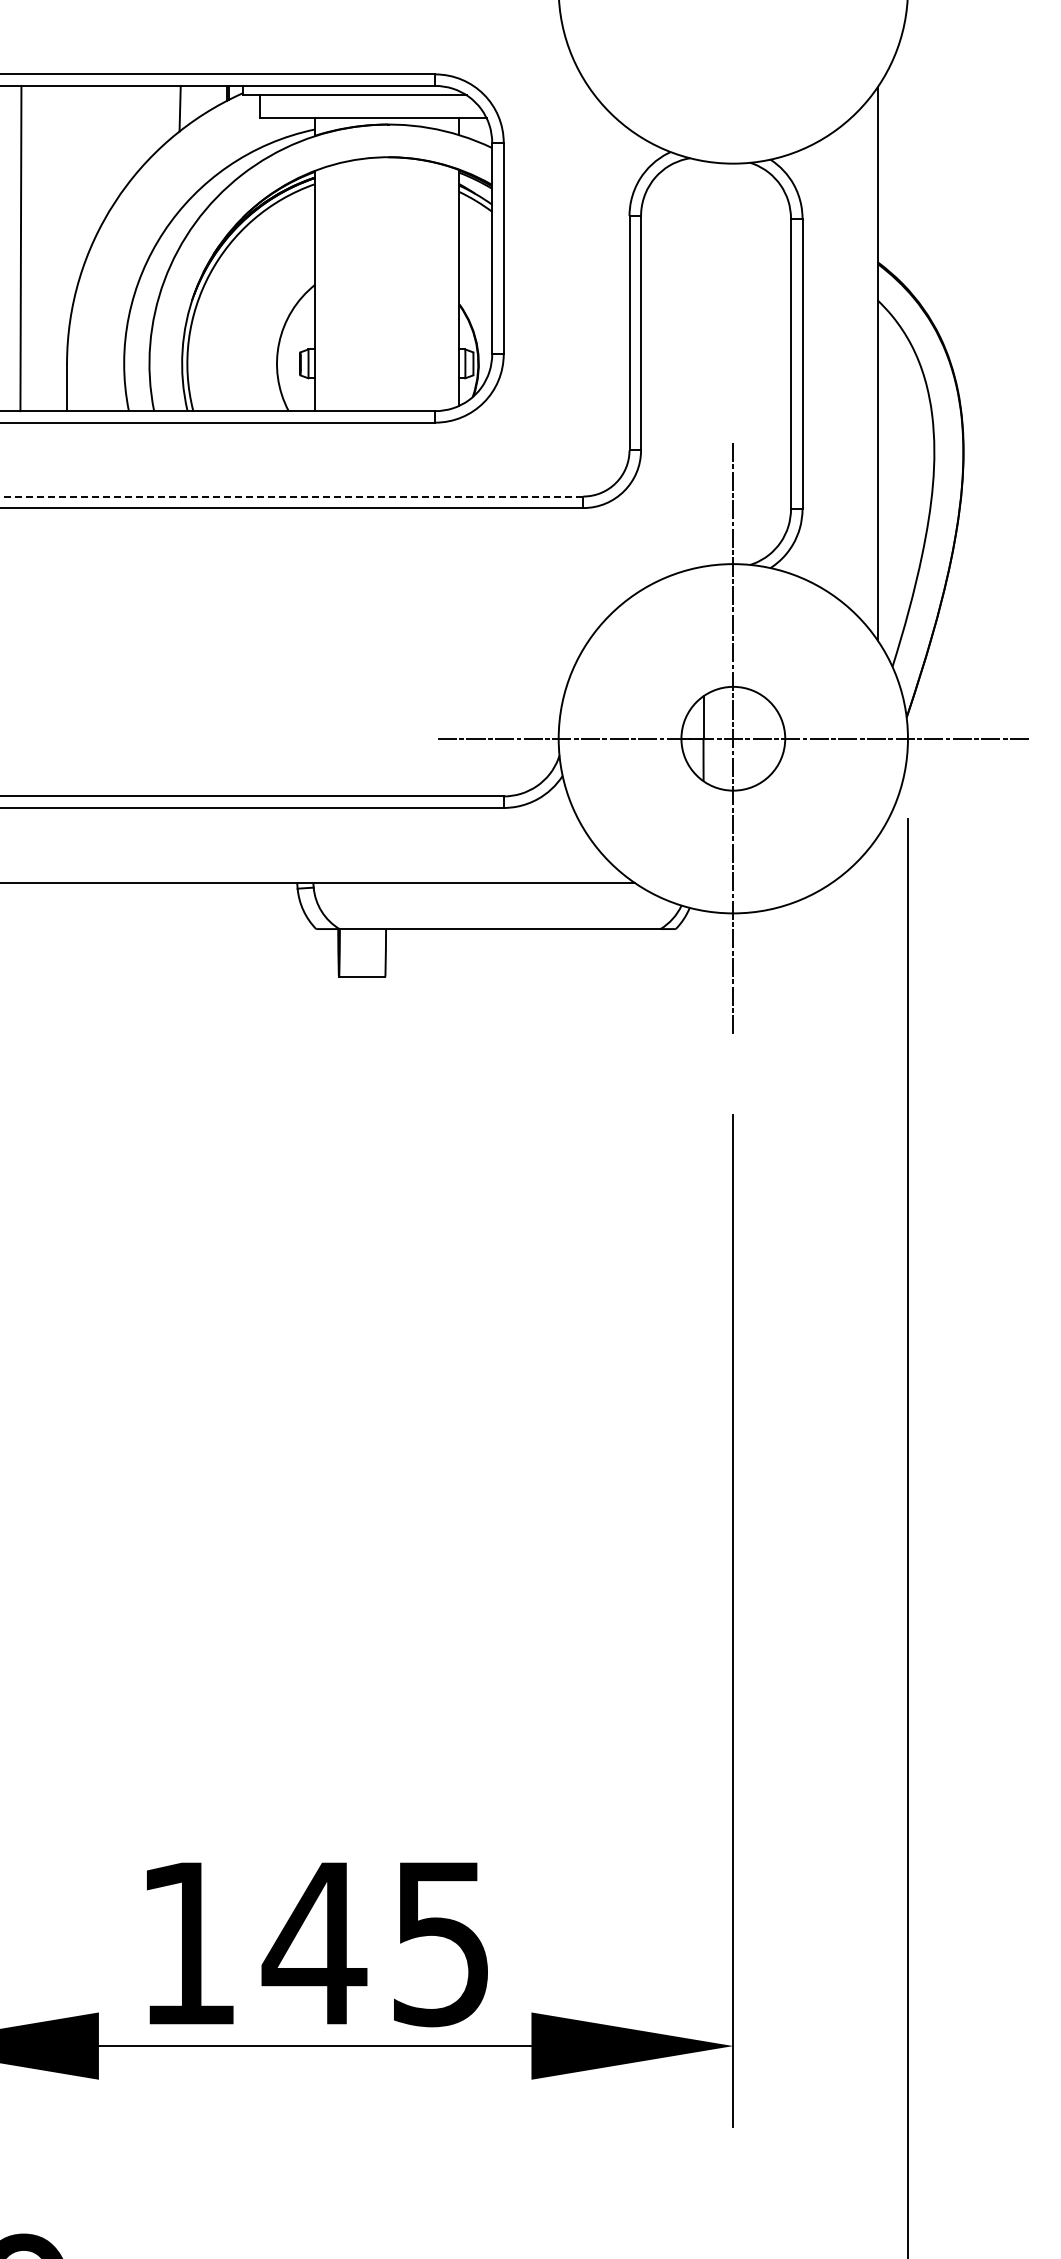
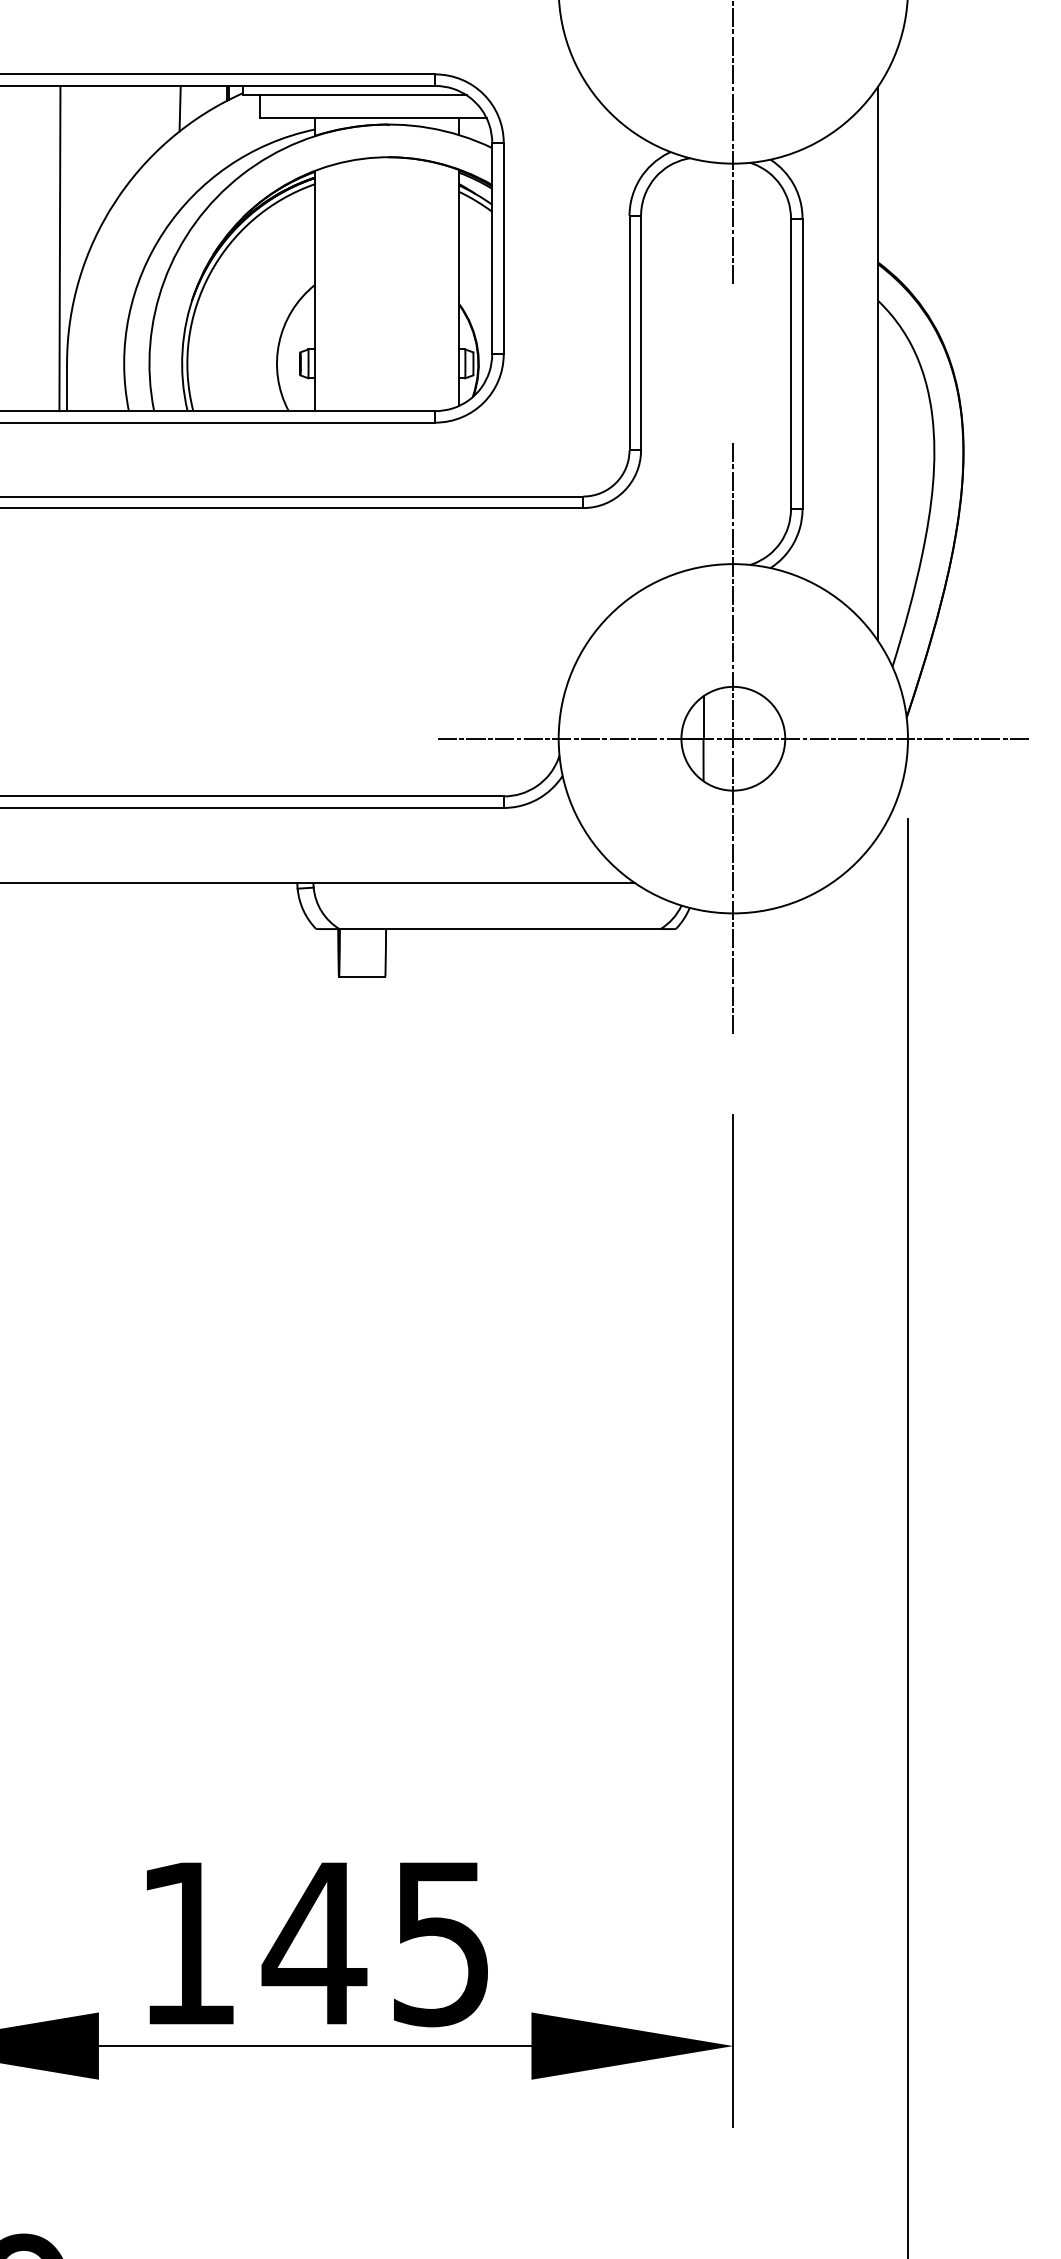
line at (733, 143): none -> present
line at (20, 248) position: (20, 248) -> (59, 248)
line at (291, 496): dashed -> solid
